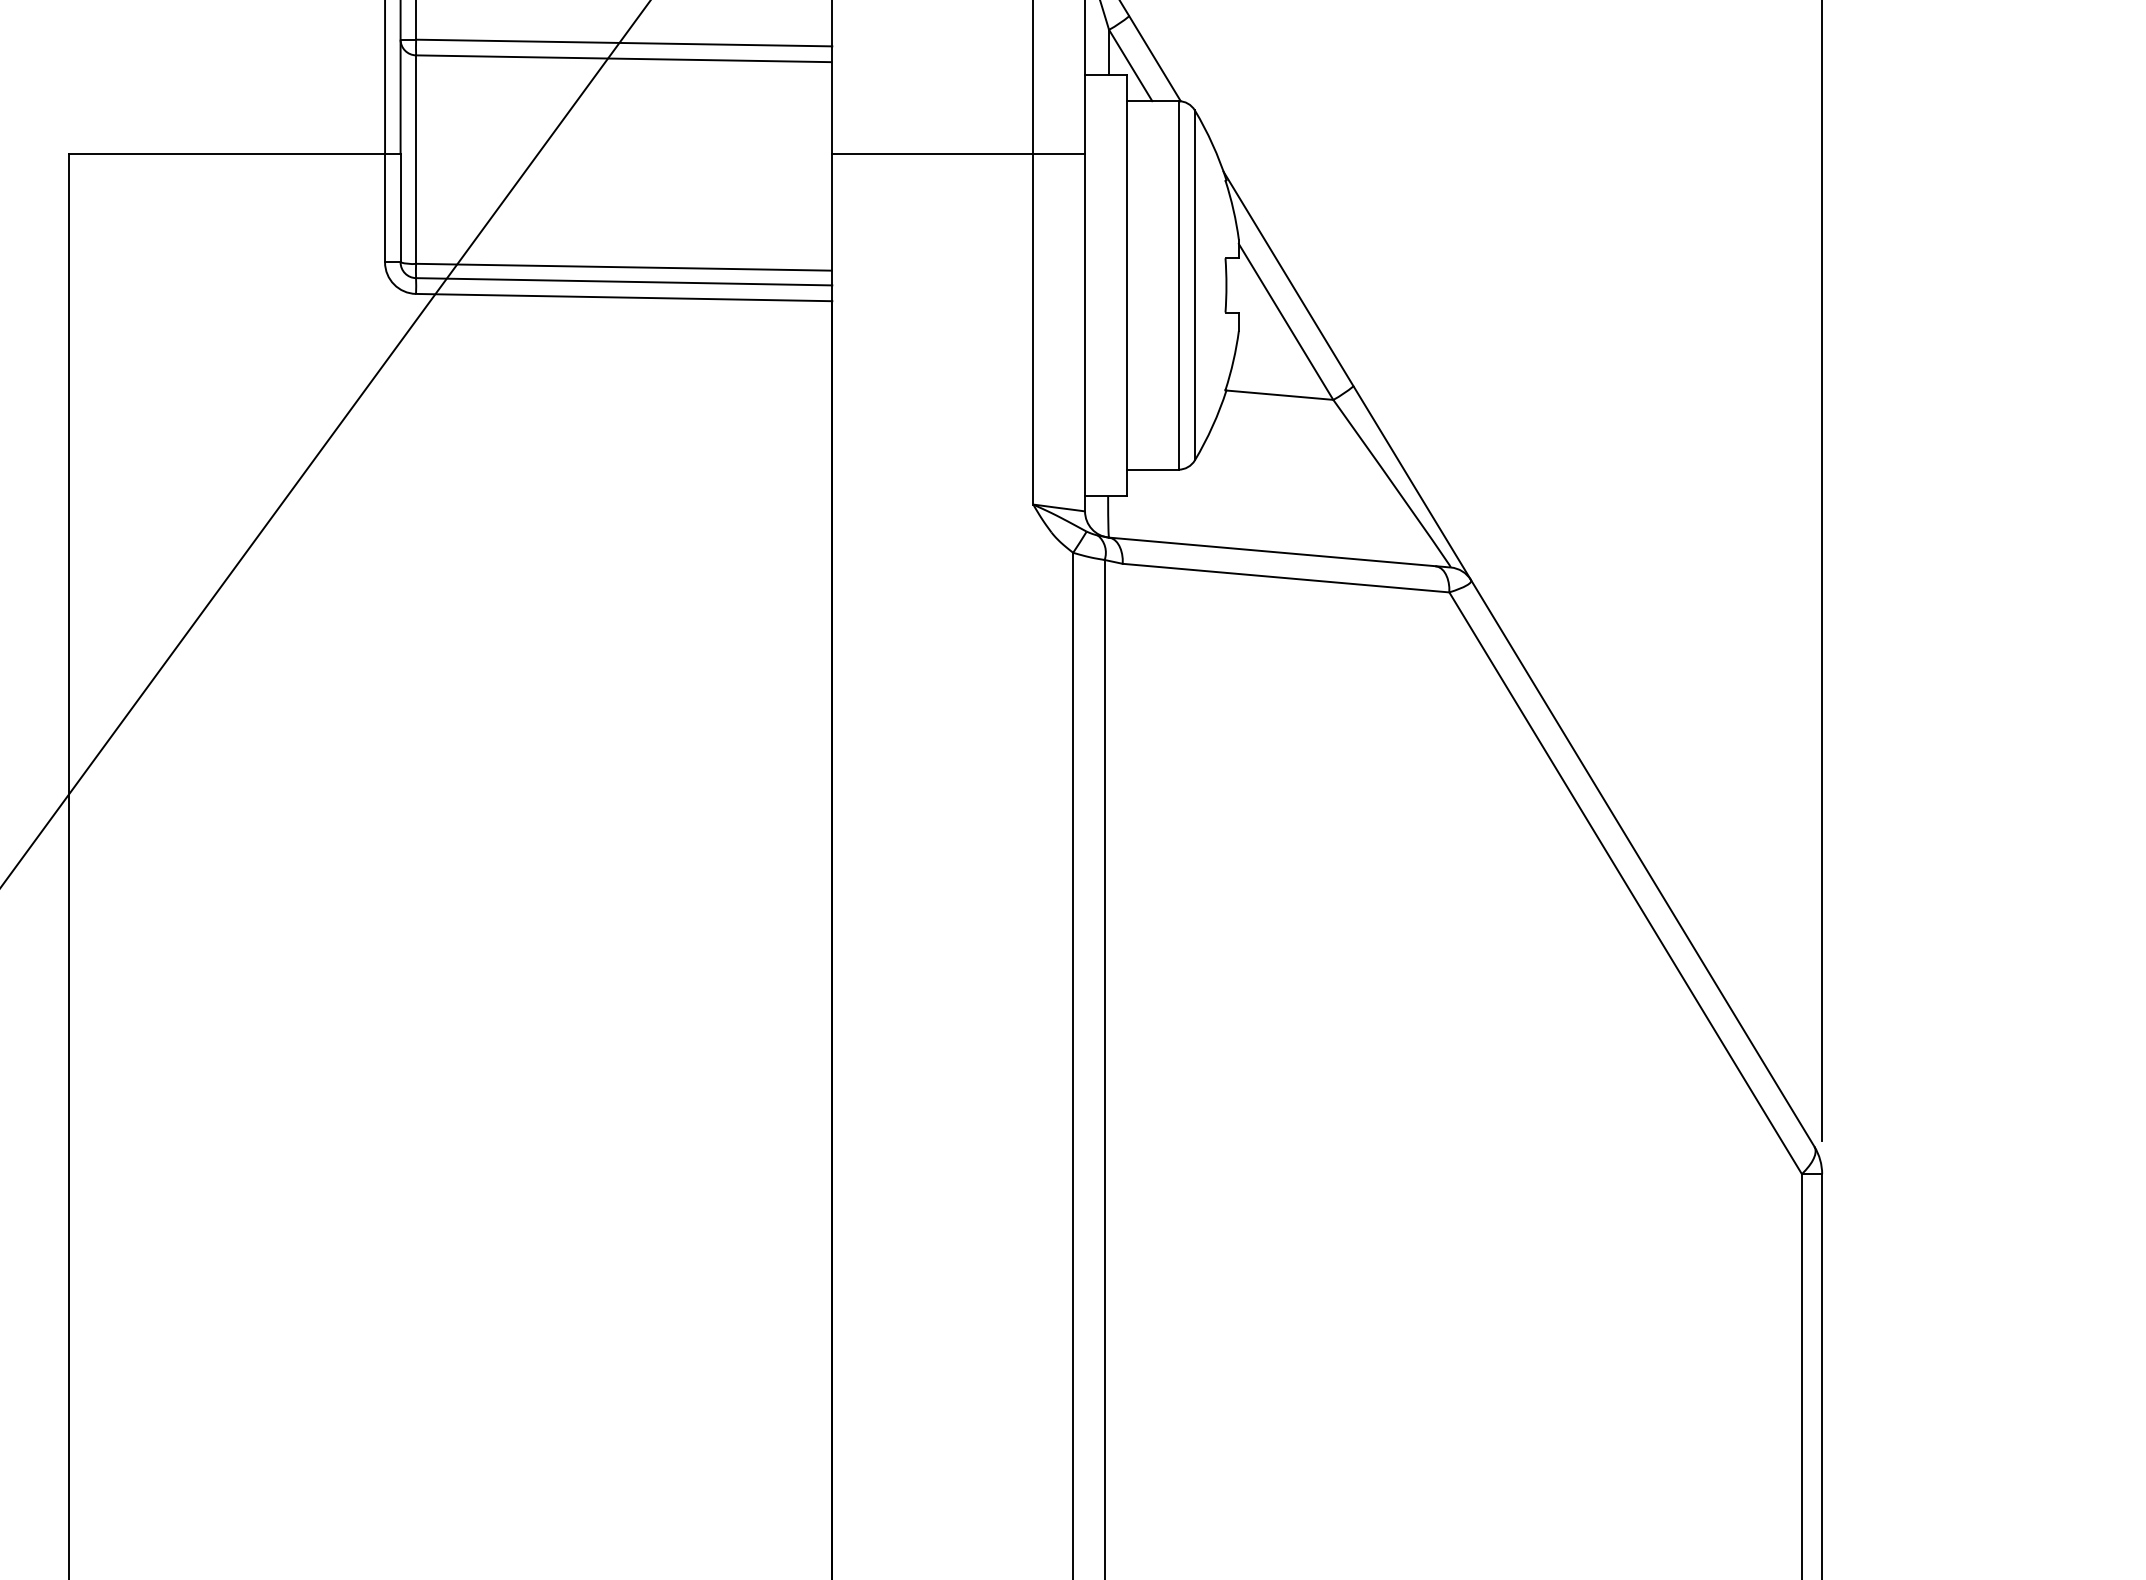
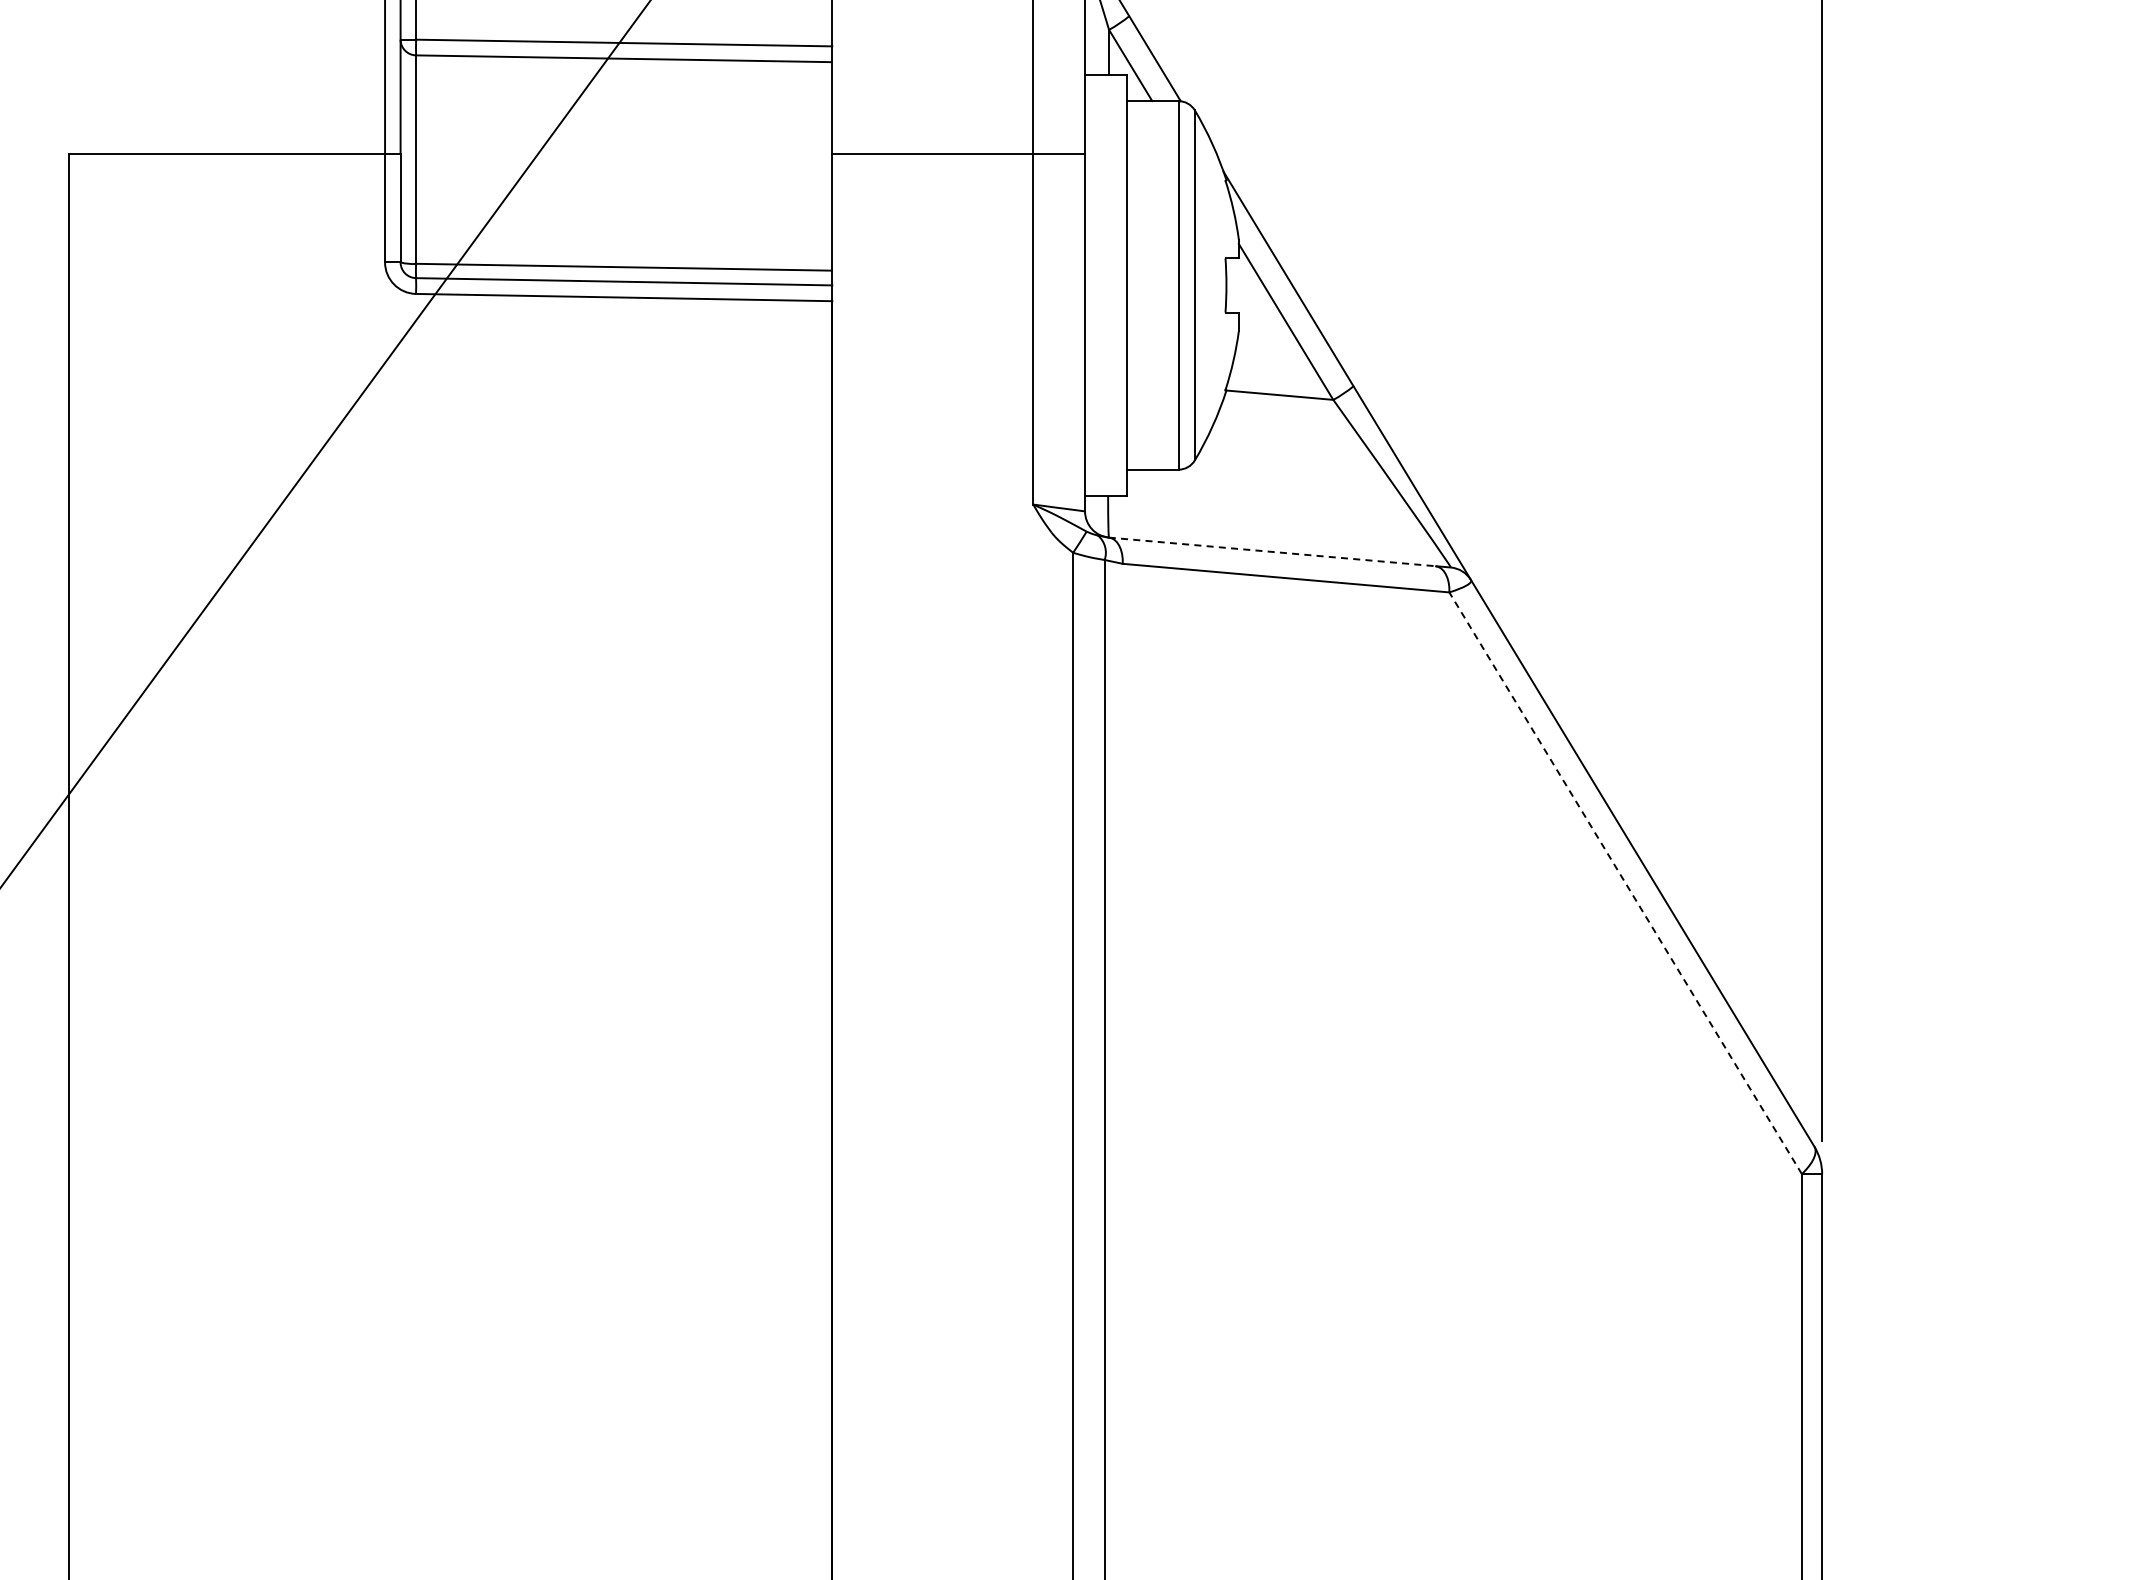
line at (1272, 551): solid -> dashed
line at (1625, 882): solid -> dashed
